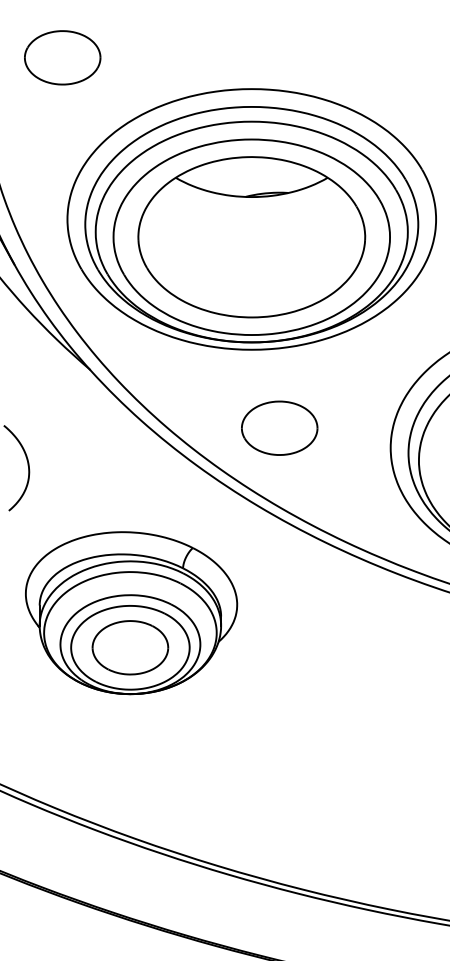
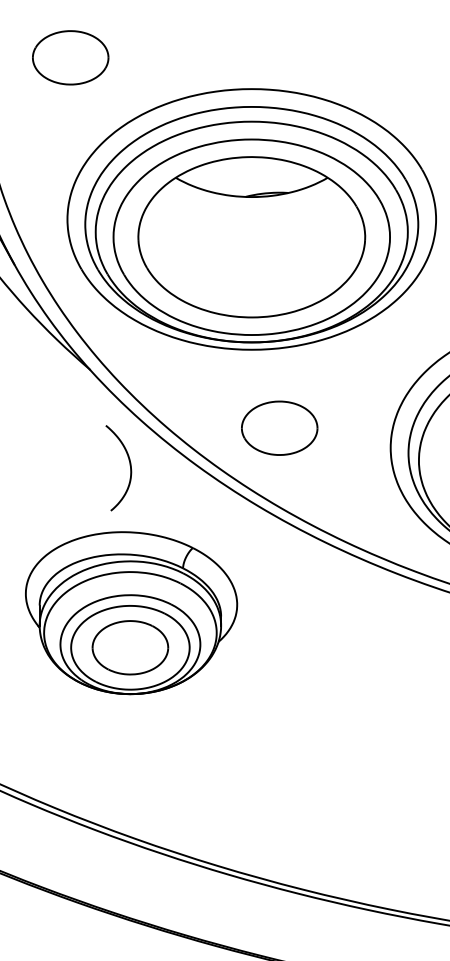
part at (62, 57) position: (62, 57) -> (70, 57)
curve at (27, 465) position: (27, 465) -> (129, 465)
